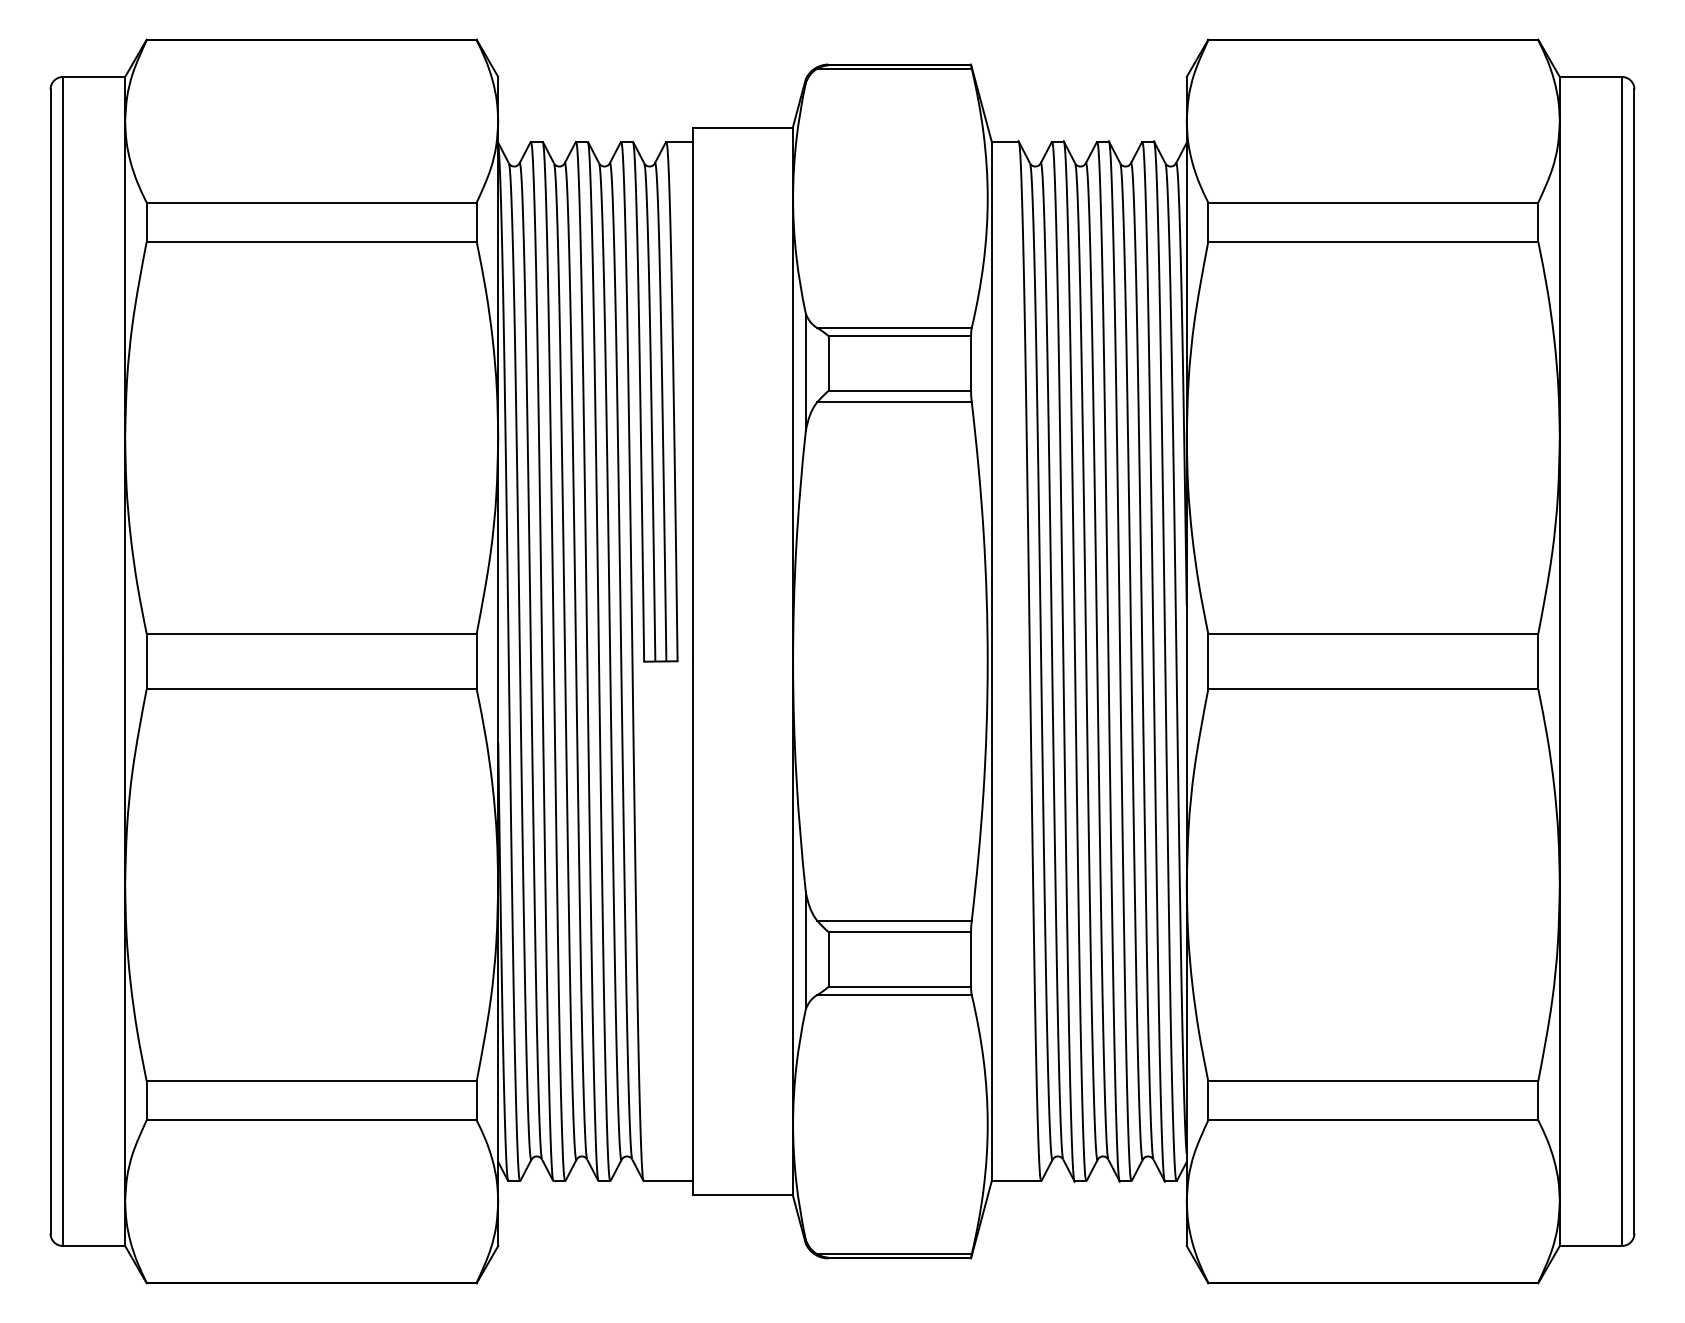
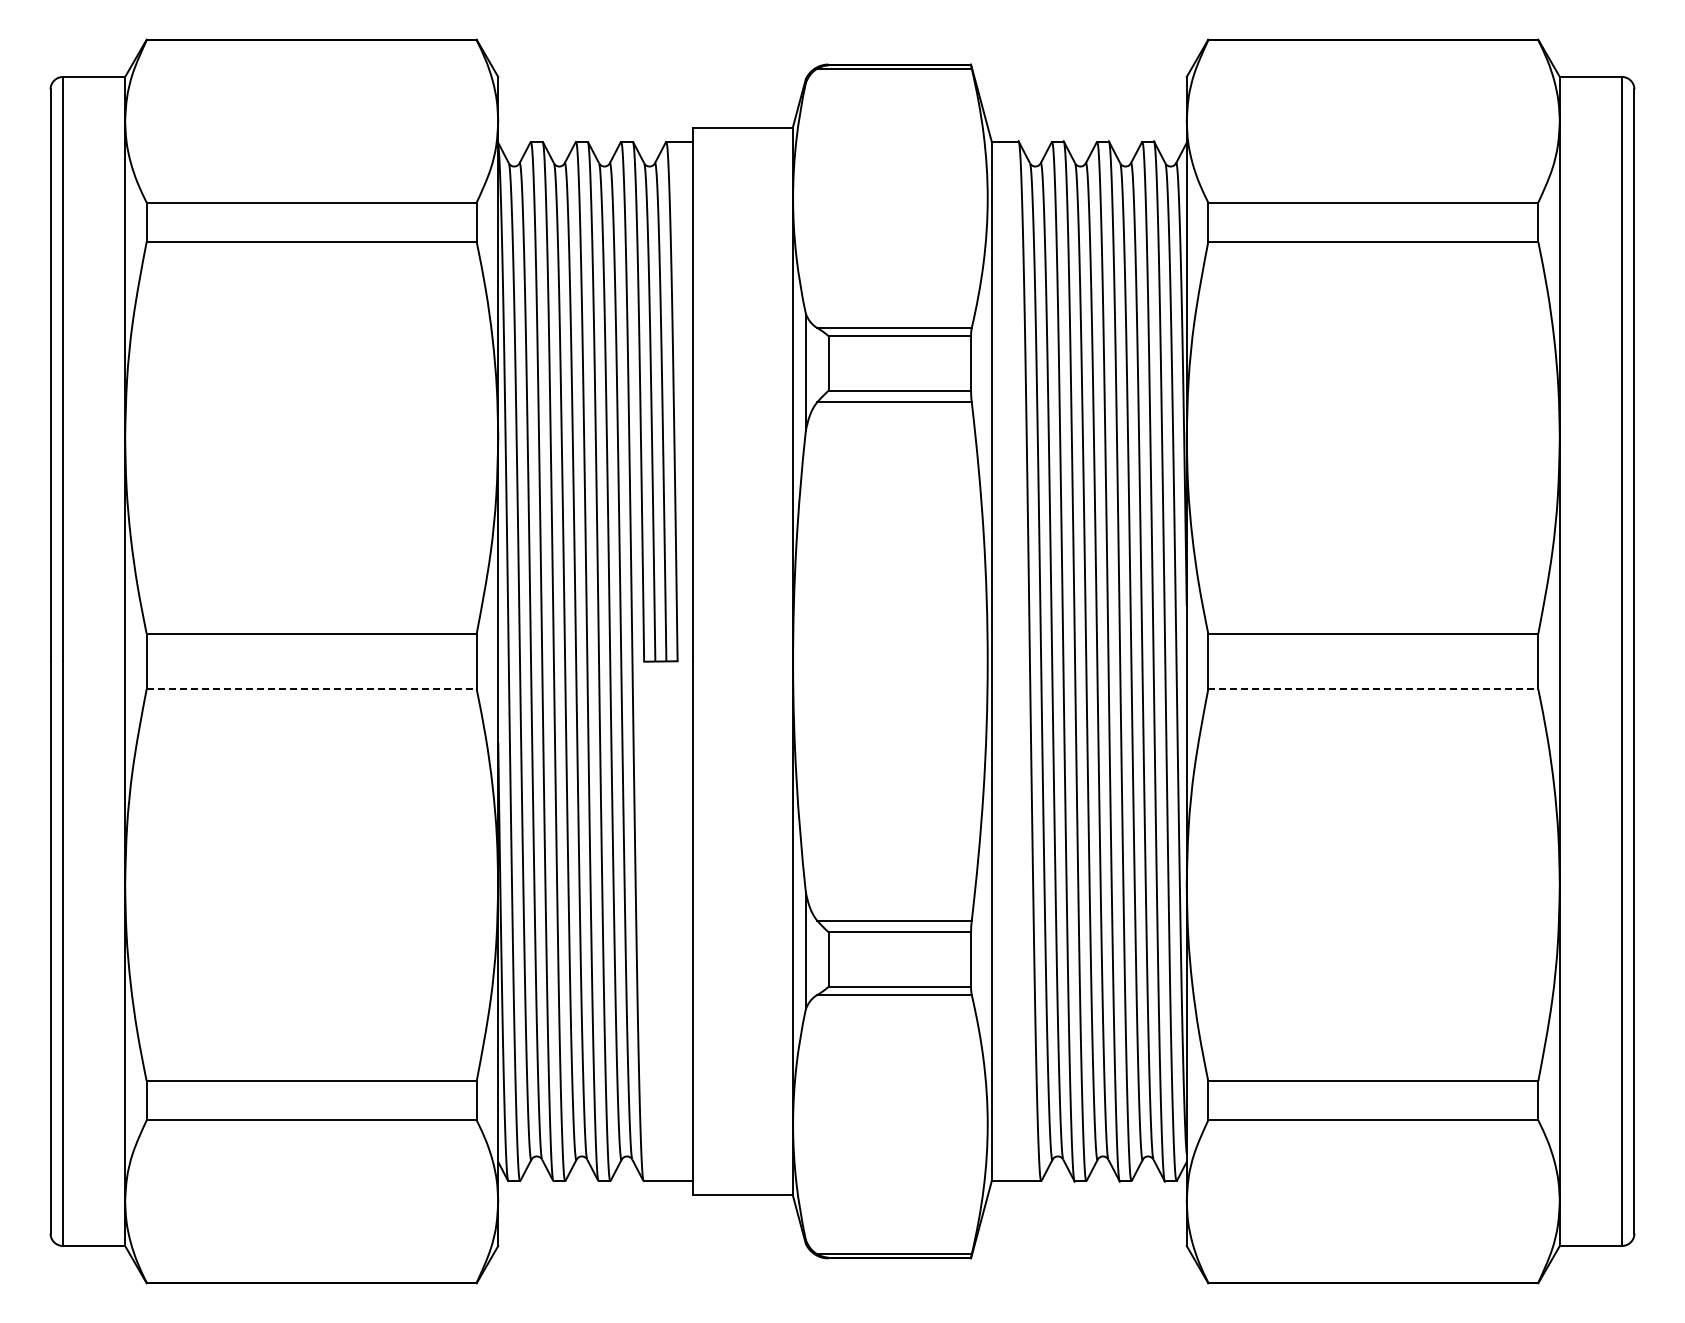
line at (312, 689): solid -> dashed
line at (1373, 689): solid -> dashed
